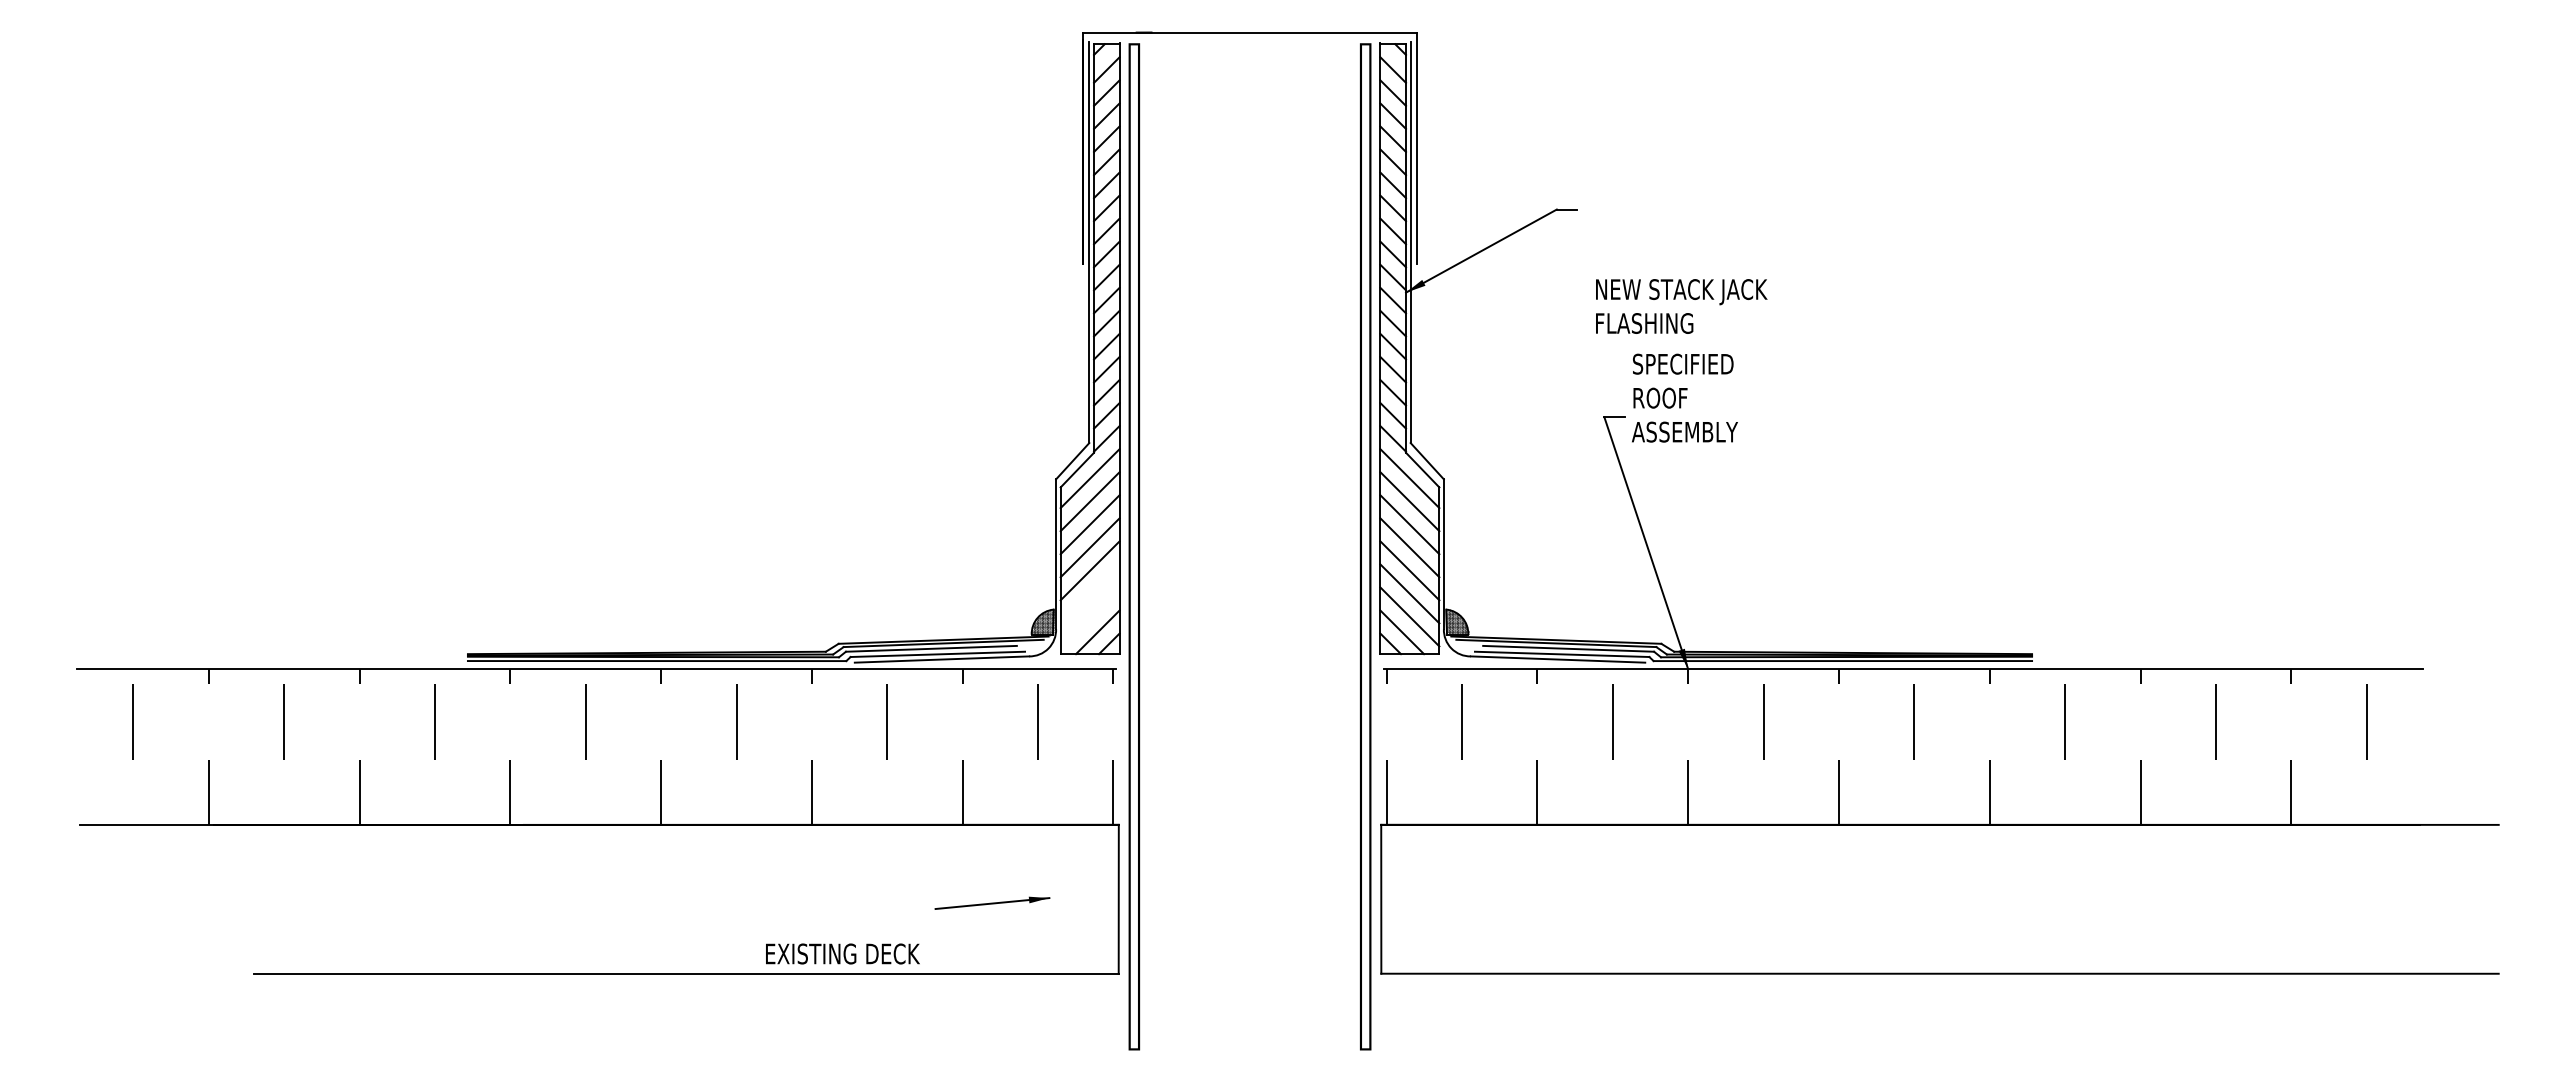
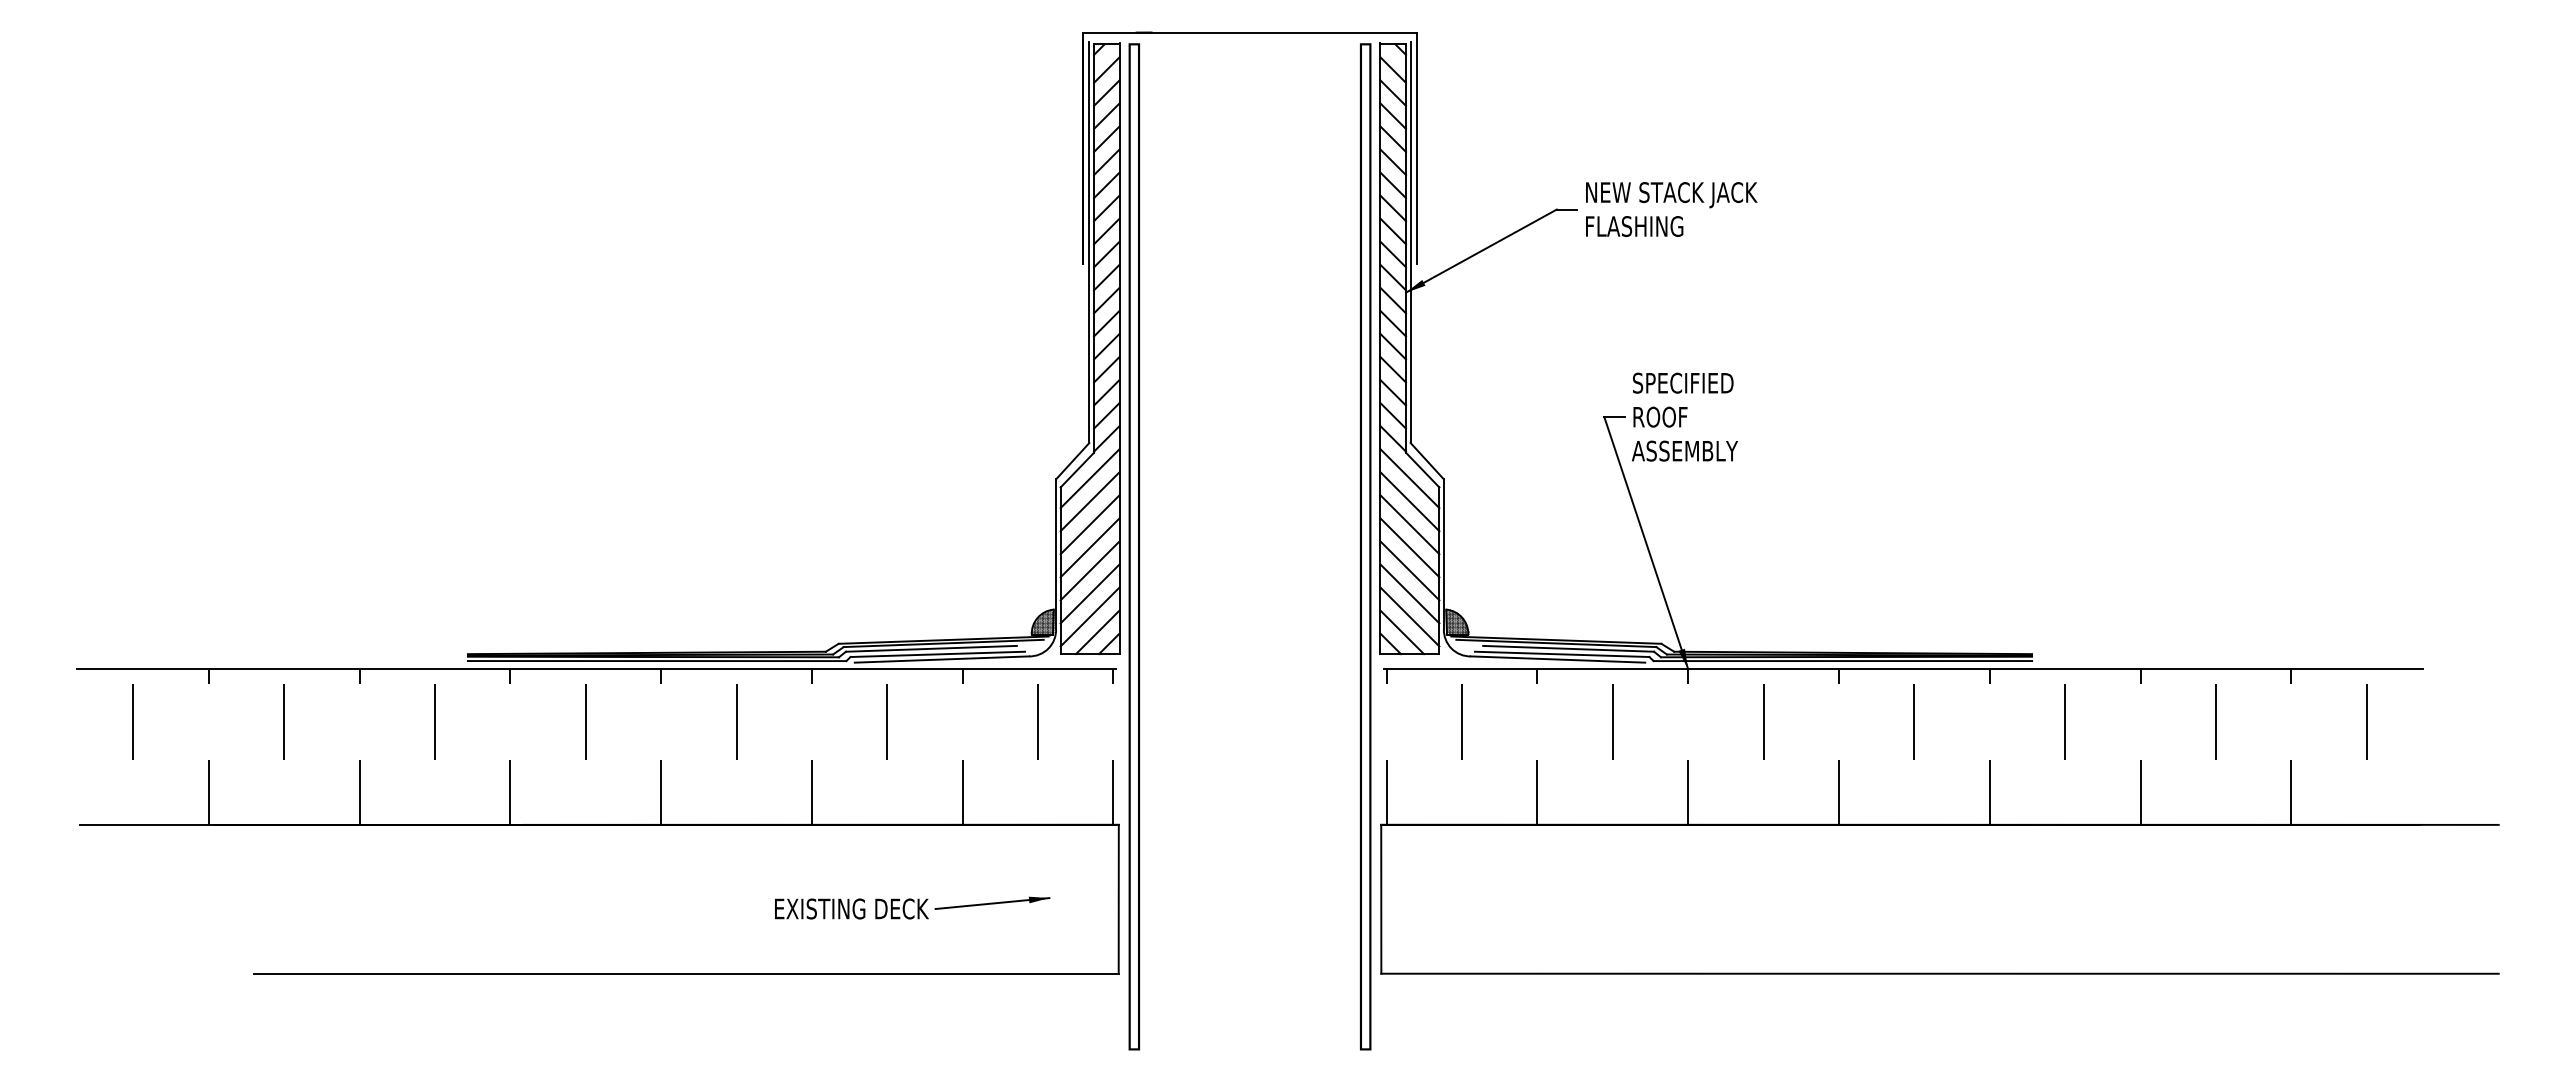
text at (1681, 306) position: (1681, 306) -> (1671, 209)
text at (1684, 397) position: (1684, 397) -> (1684, 416)
line at (1089, 593): none -> present
line at (1089, 616): none -> present
text at (842, 953) position: (842, 953) -> (851, 908)
